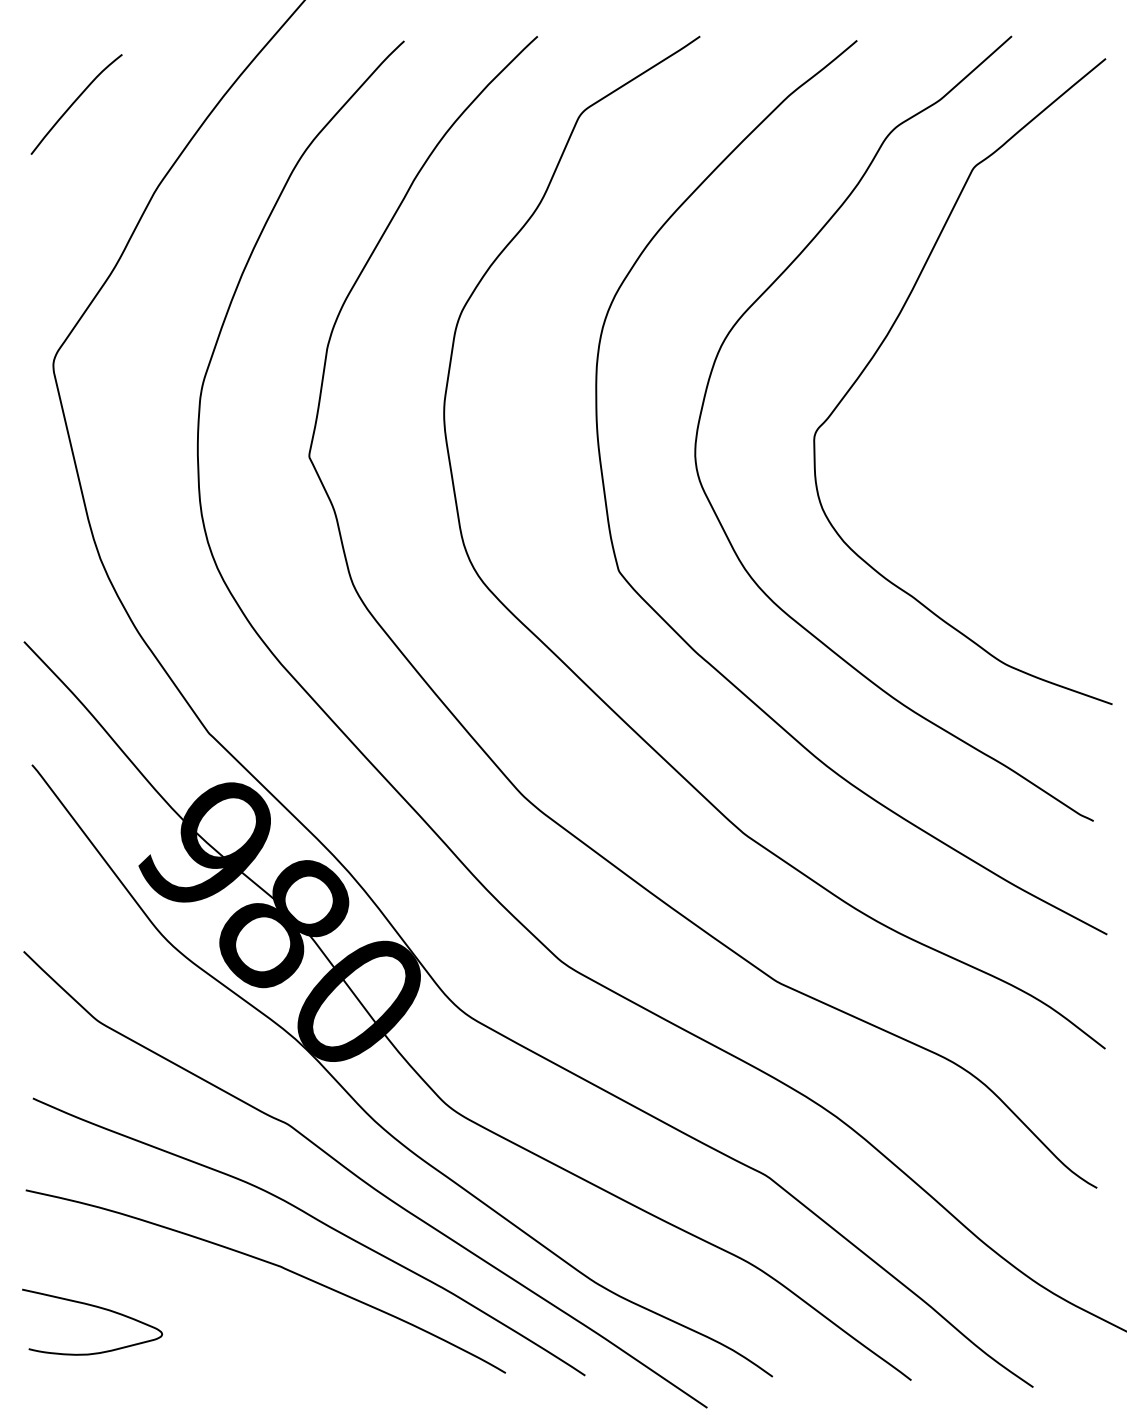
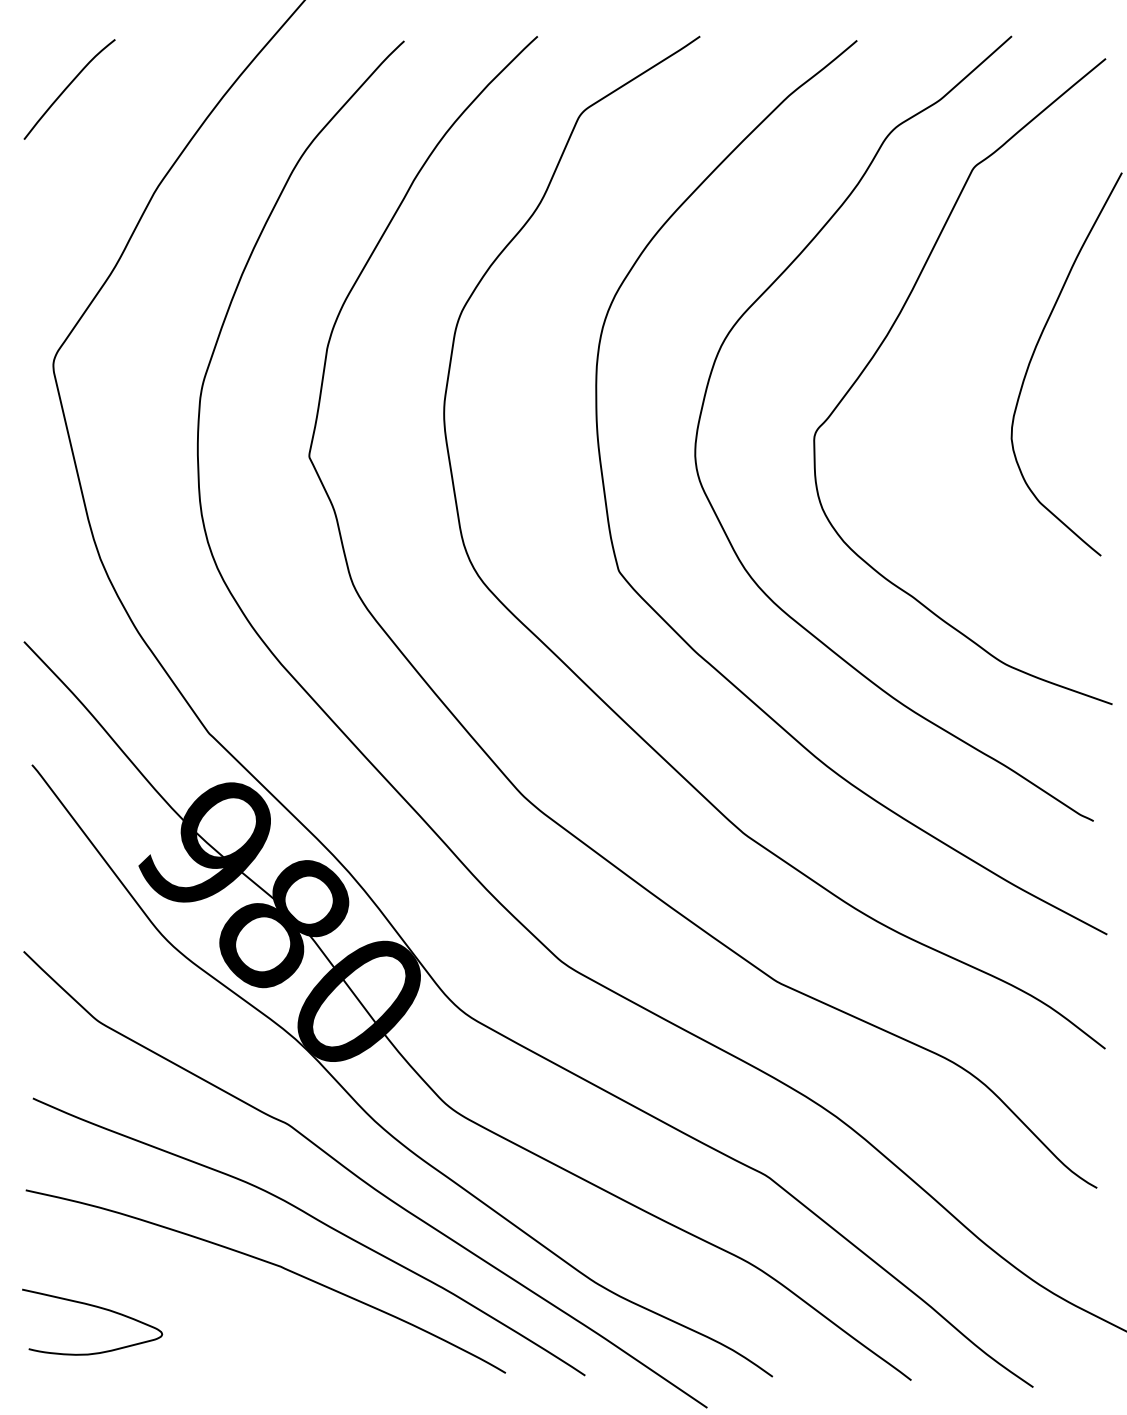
curve at (75, 102) position: (75, 102) -> (68, 87)
curve at (1035, 351): none -> present
